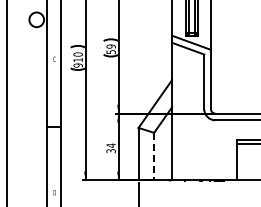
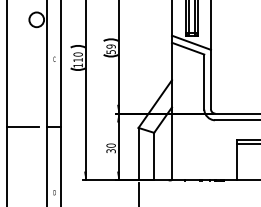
text at (77, 65): 910 -> 110
line at (23, 126): none -> present
text at (110, 145): 34 -> 30
line at (154, 156): dashed -> solid
